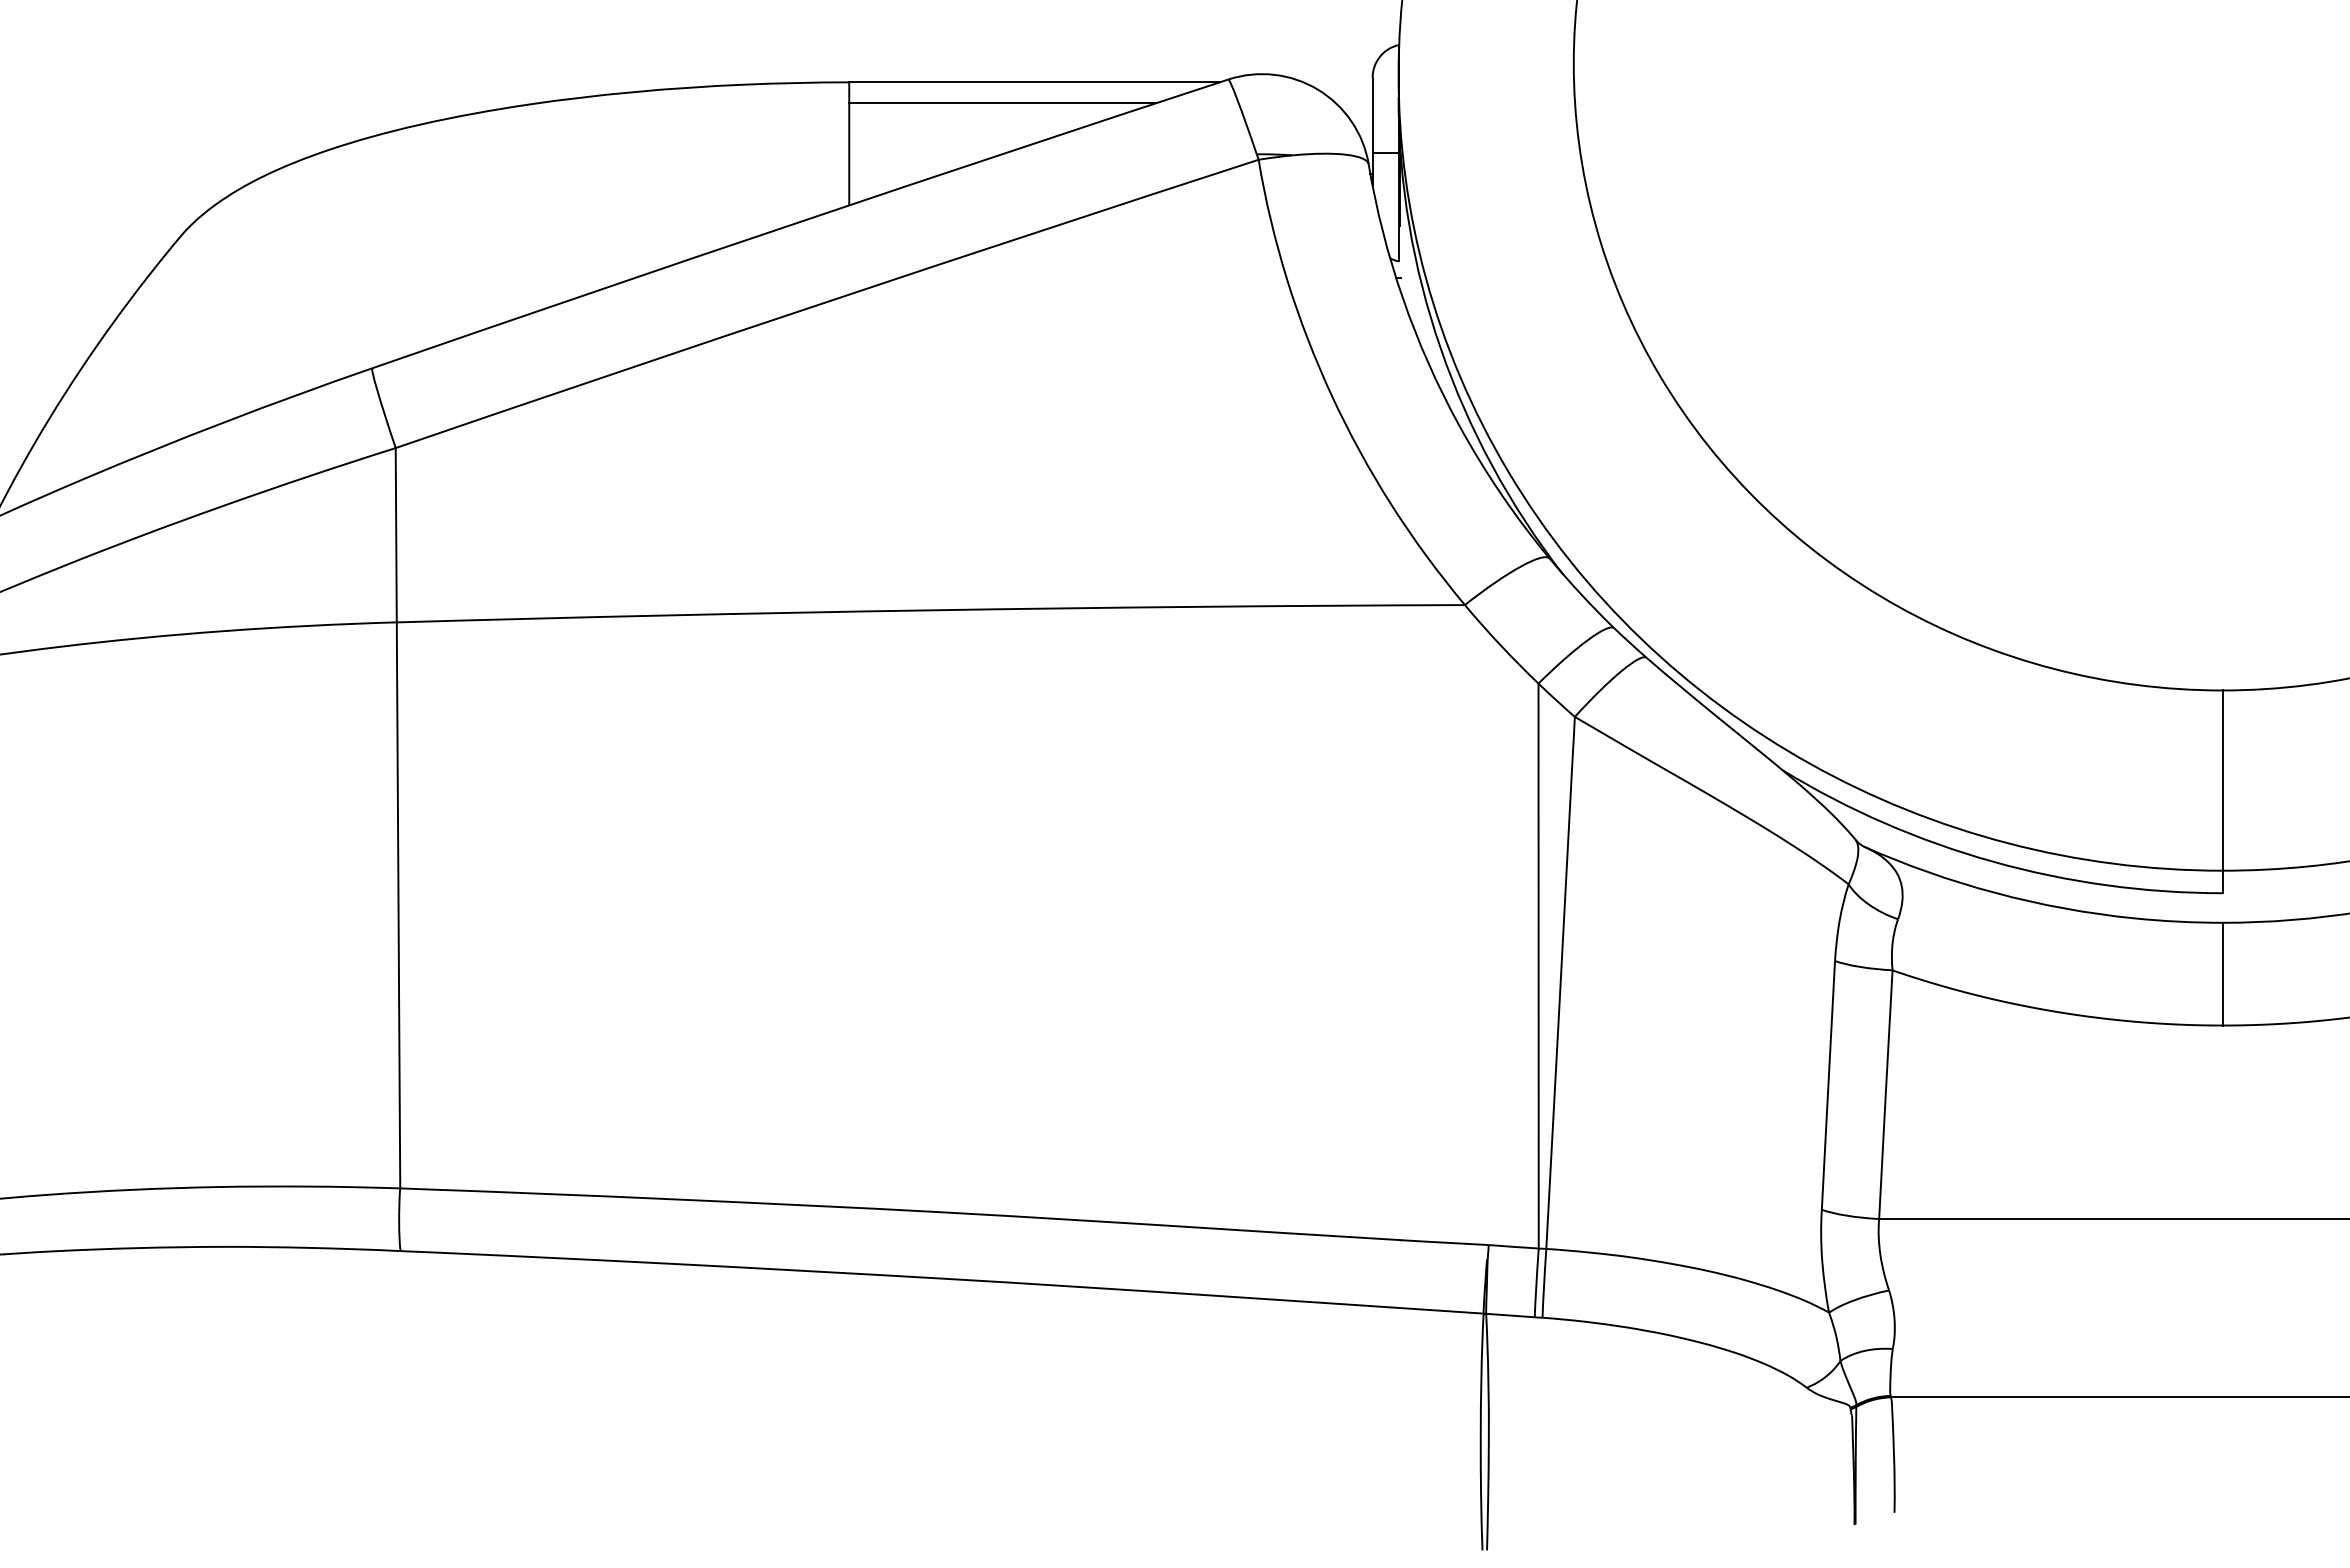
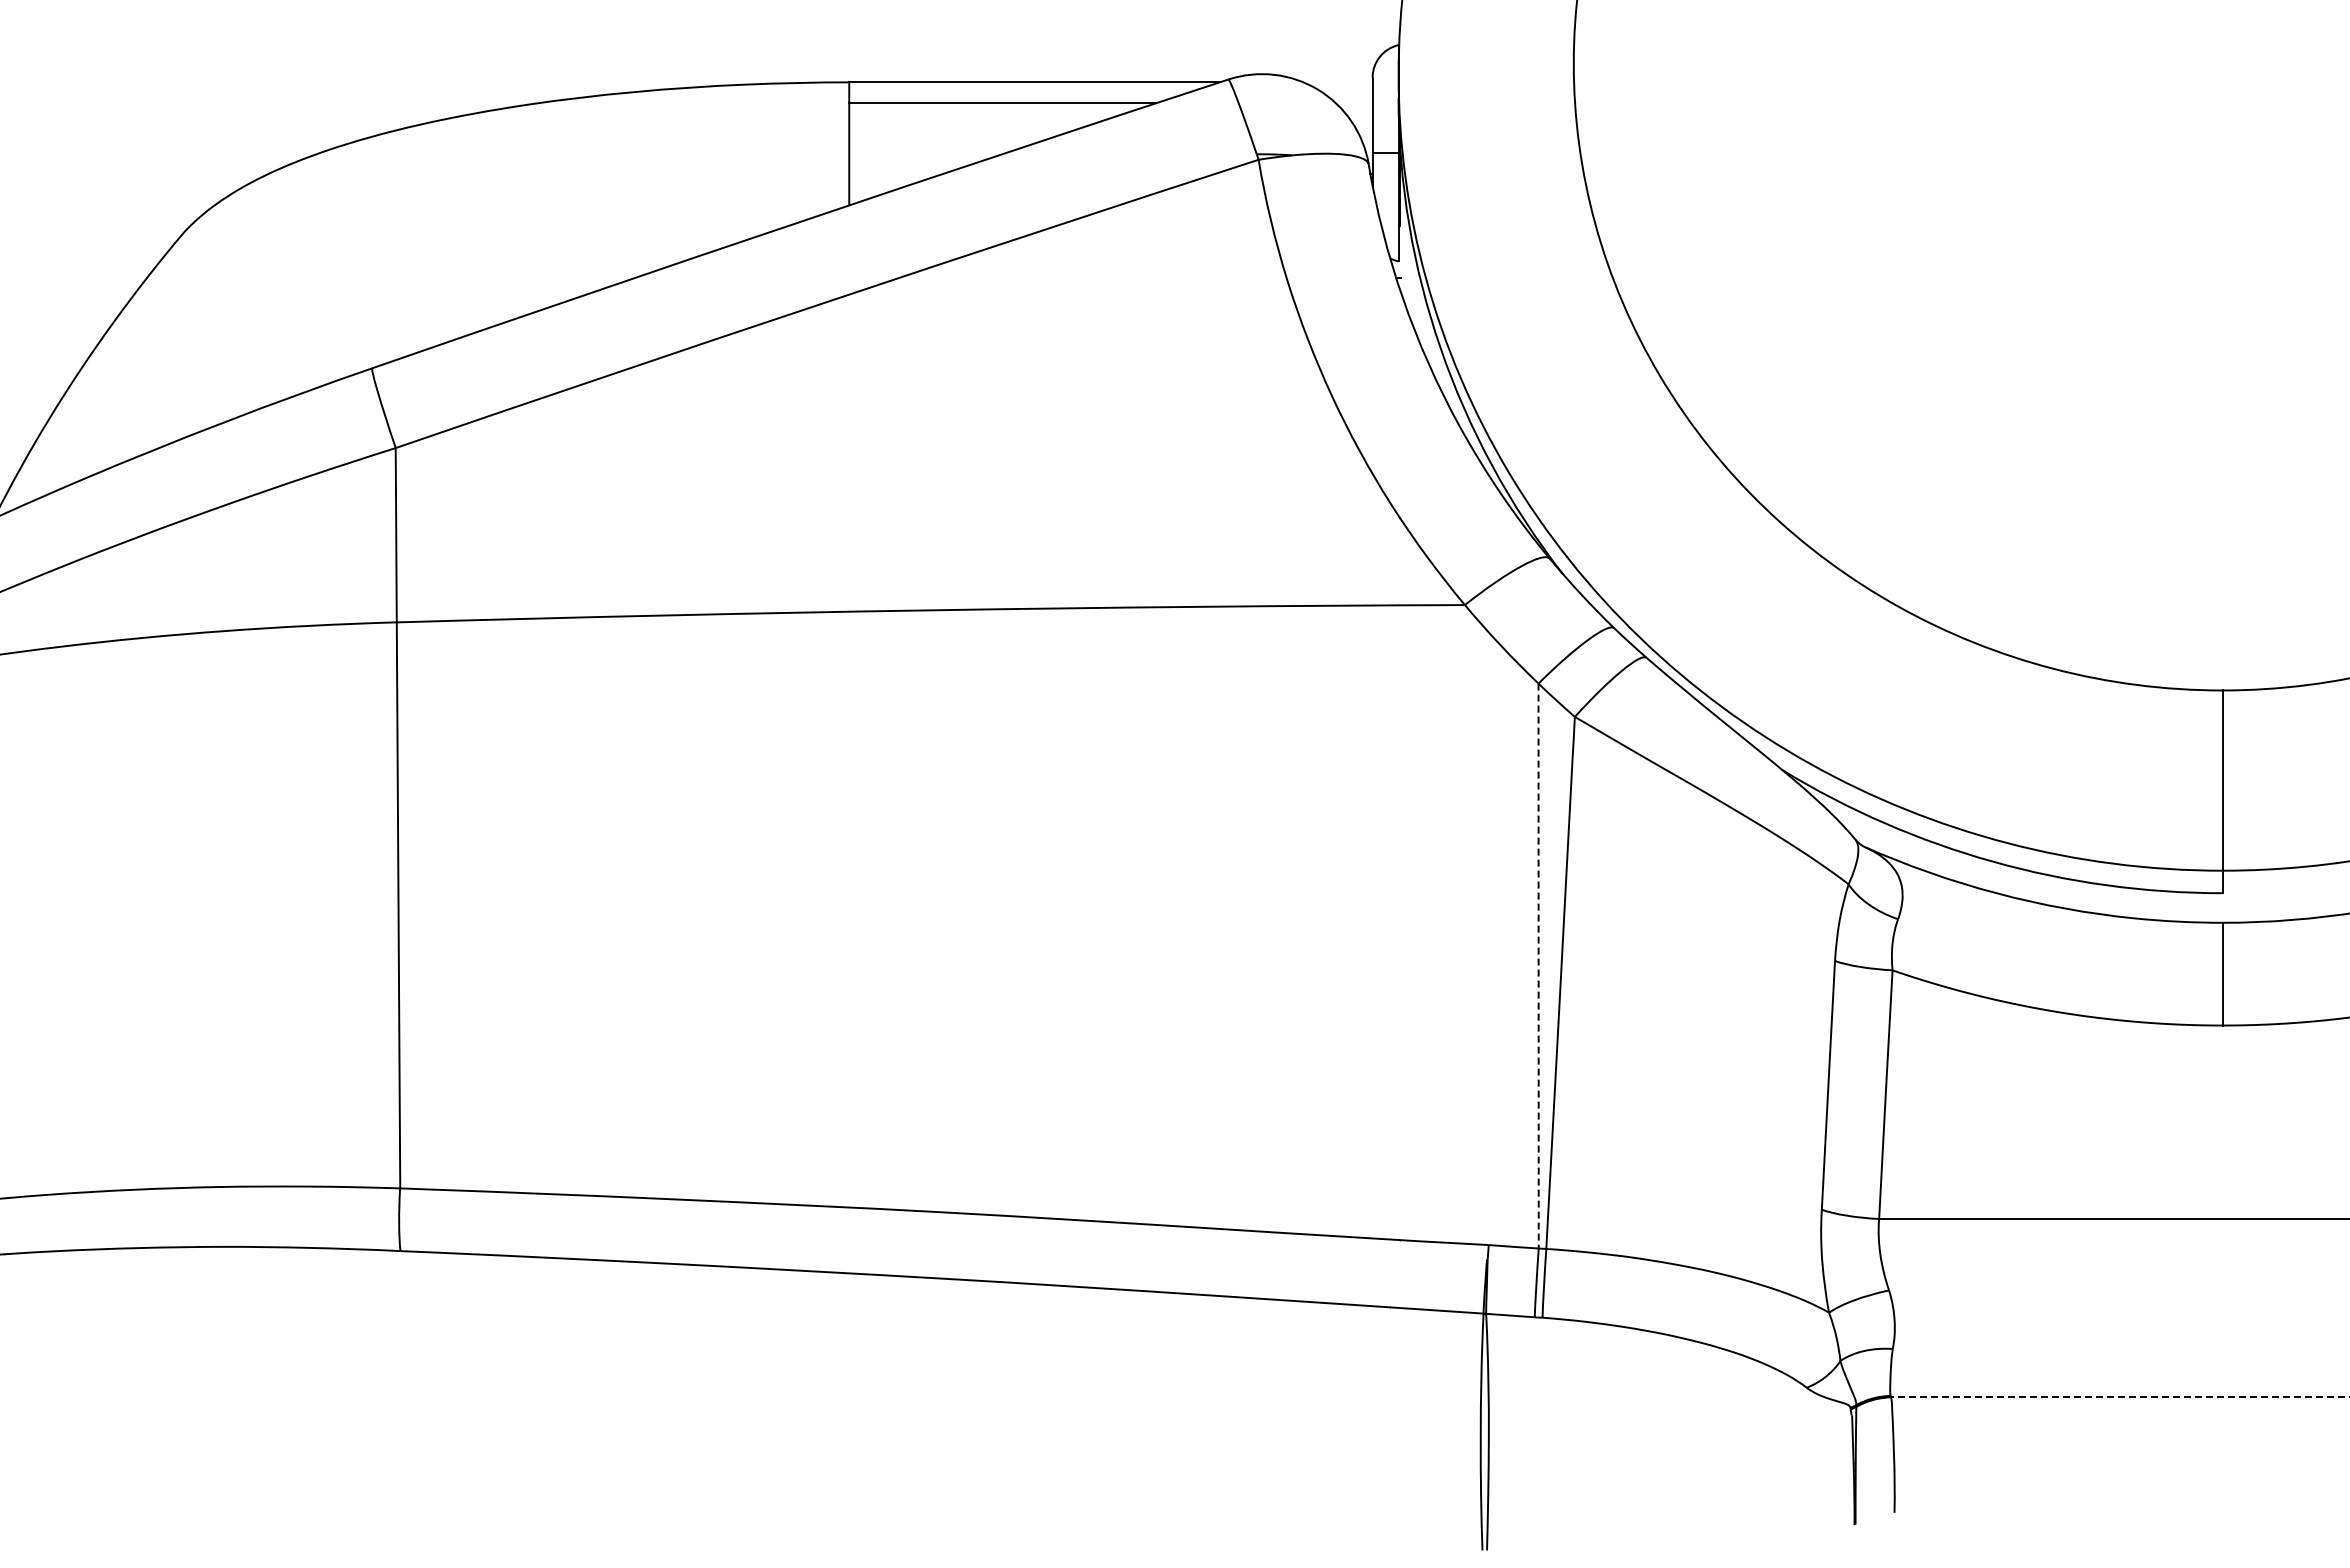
line at (1538, 966): solid -> dashed
line at (2119, 1396): solid -> dashed
